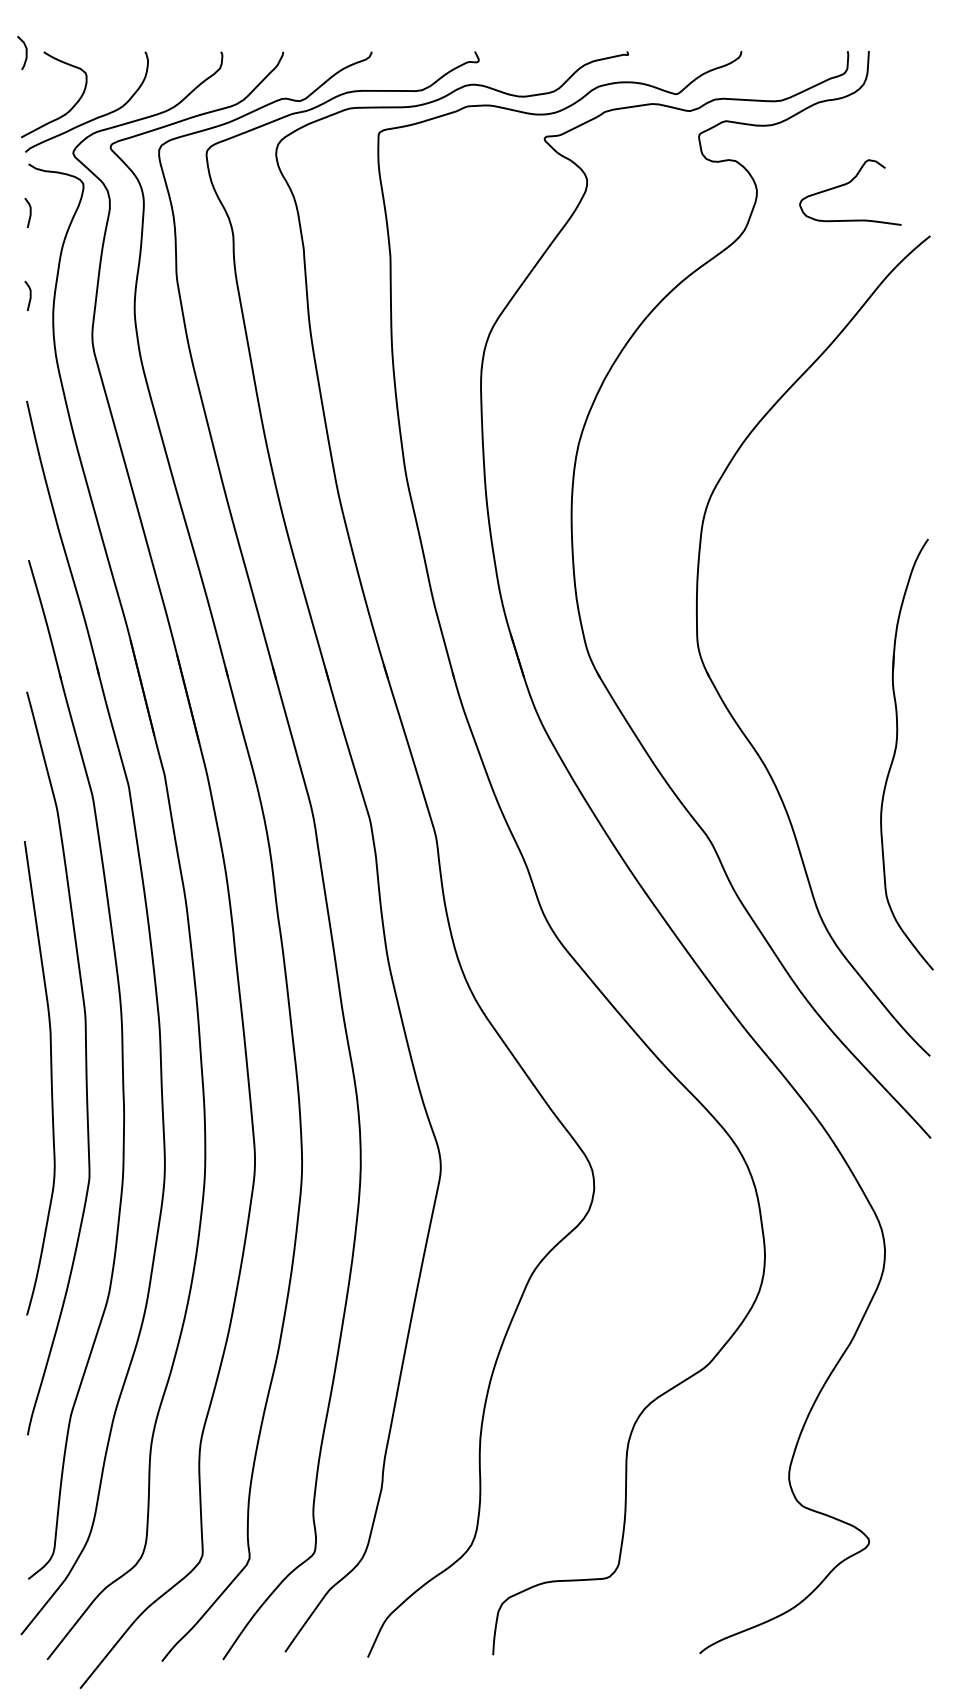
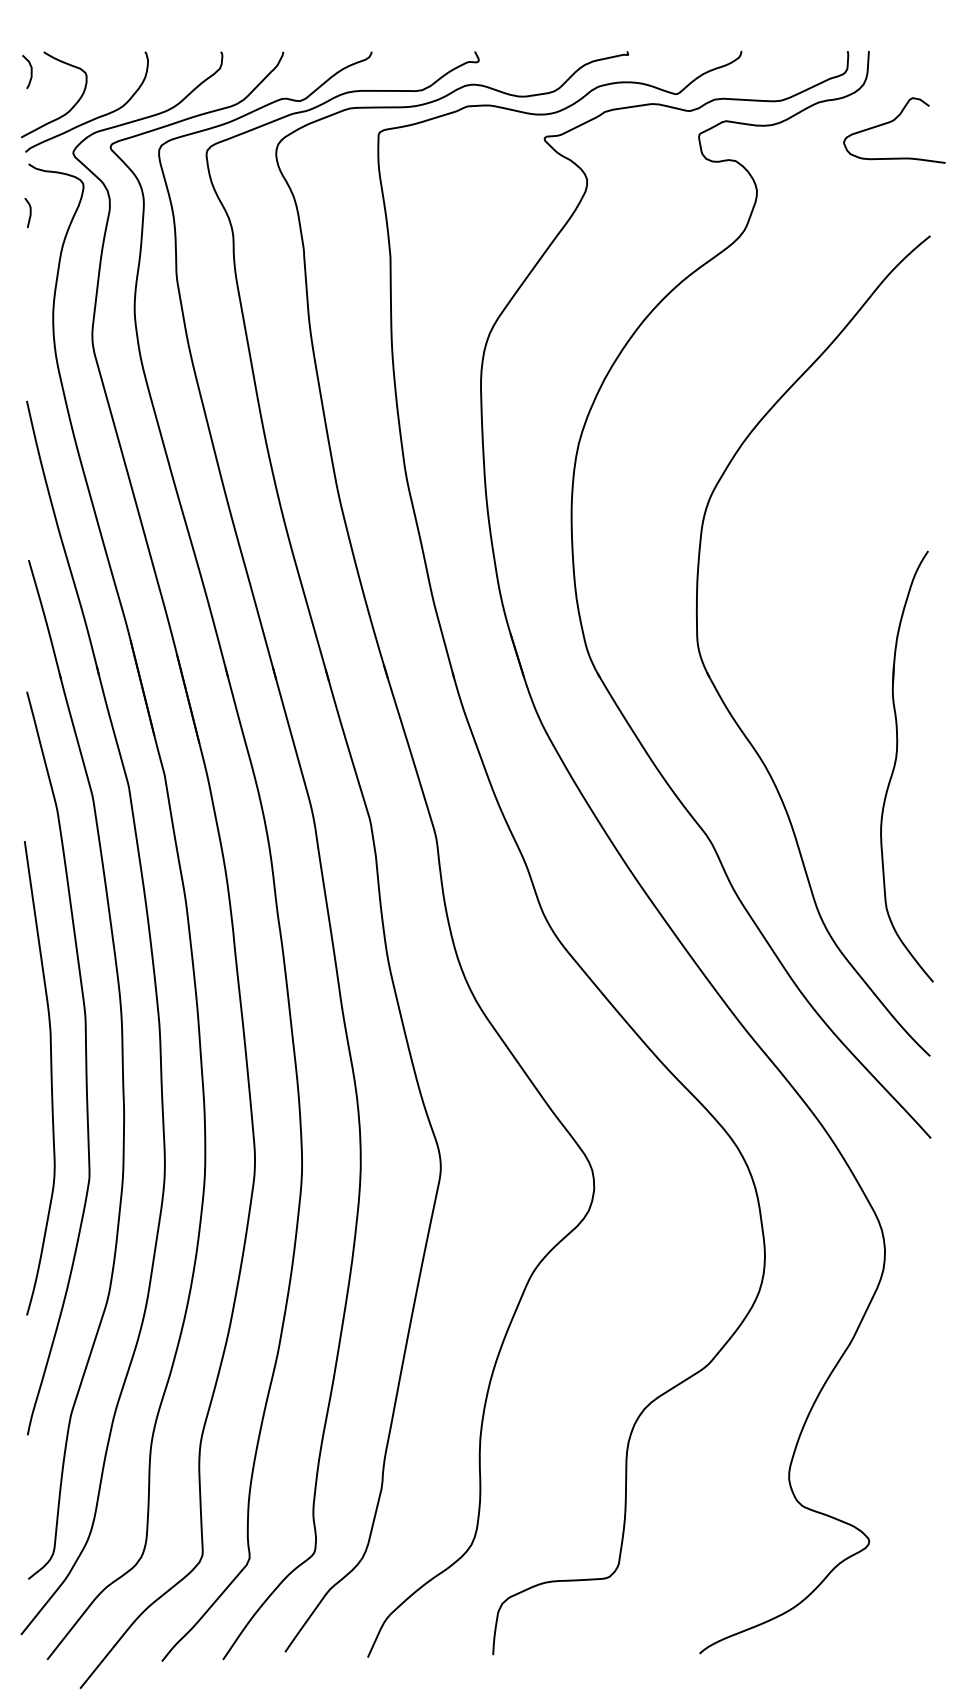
curve at (25, 53) position: (25, 53) -> (30, 72)
curve at (847, 184) position: (847, 184) -> (891, 122)
line at (29, 295): present -> none
part at (896, 750) position: (896, 750) -> (896, 762)
